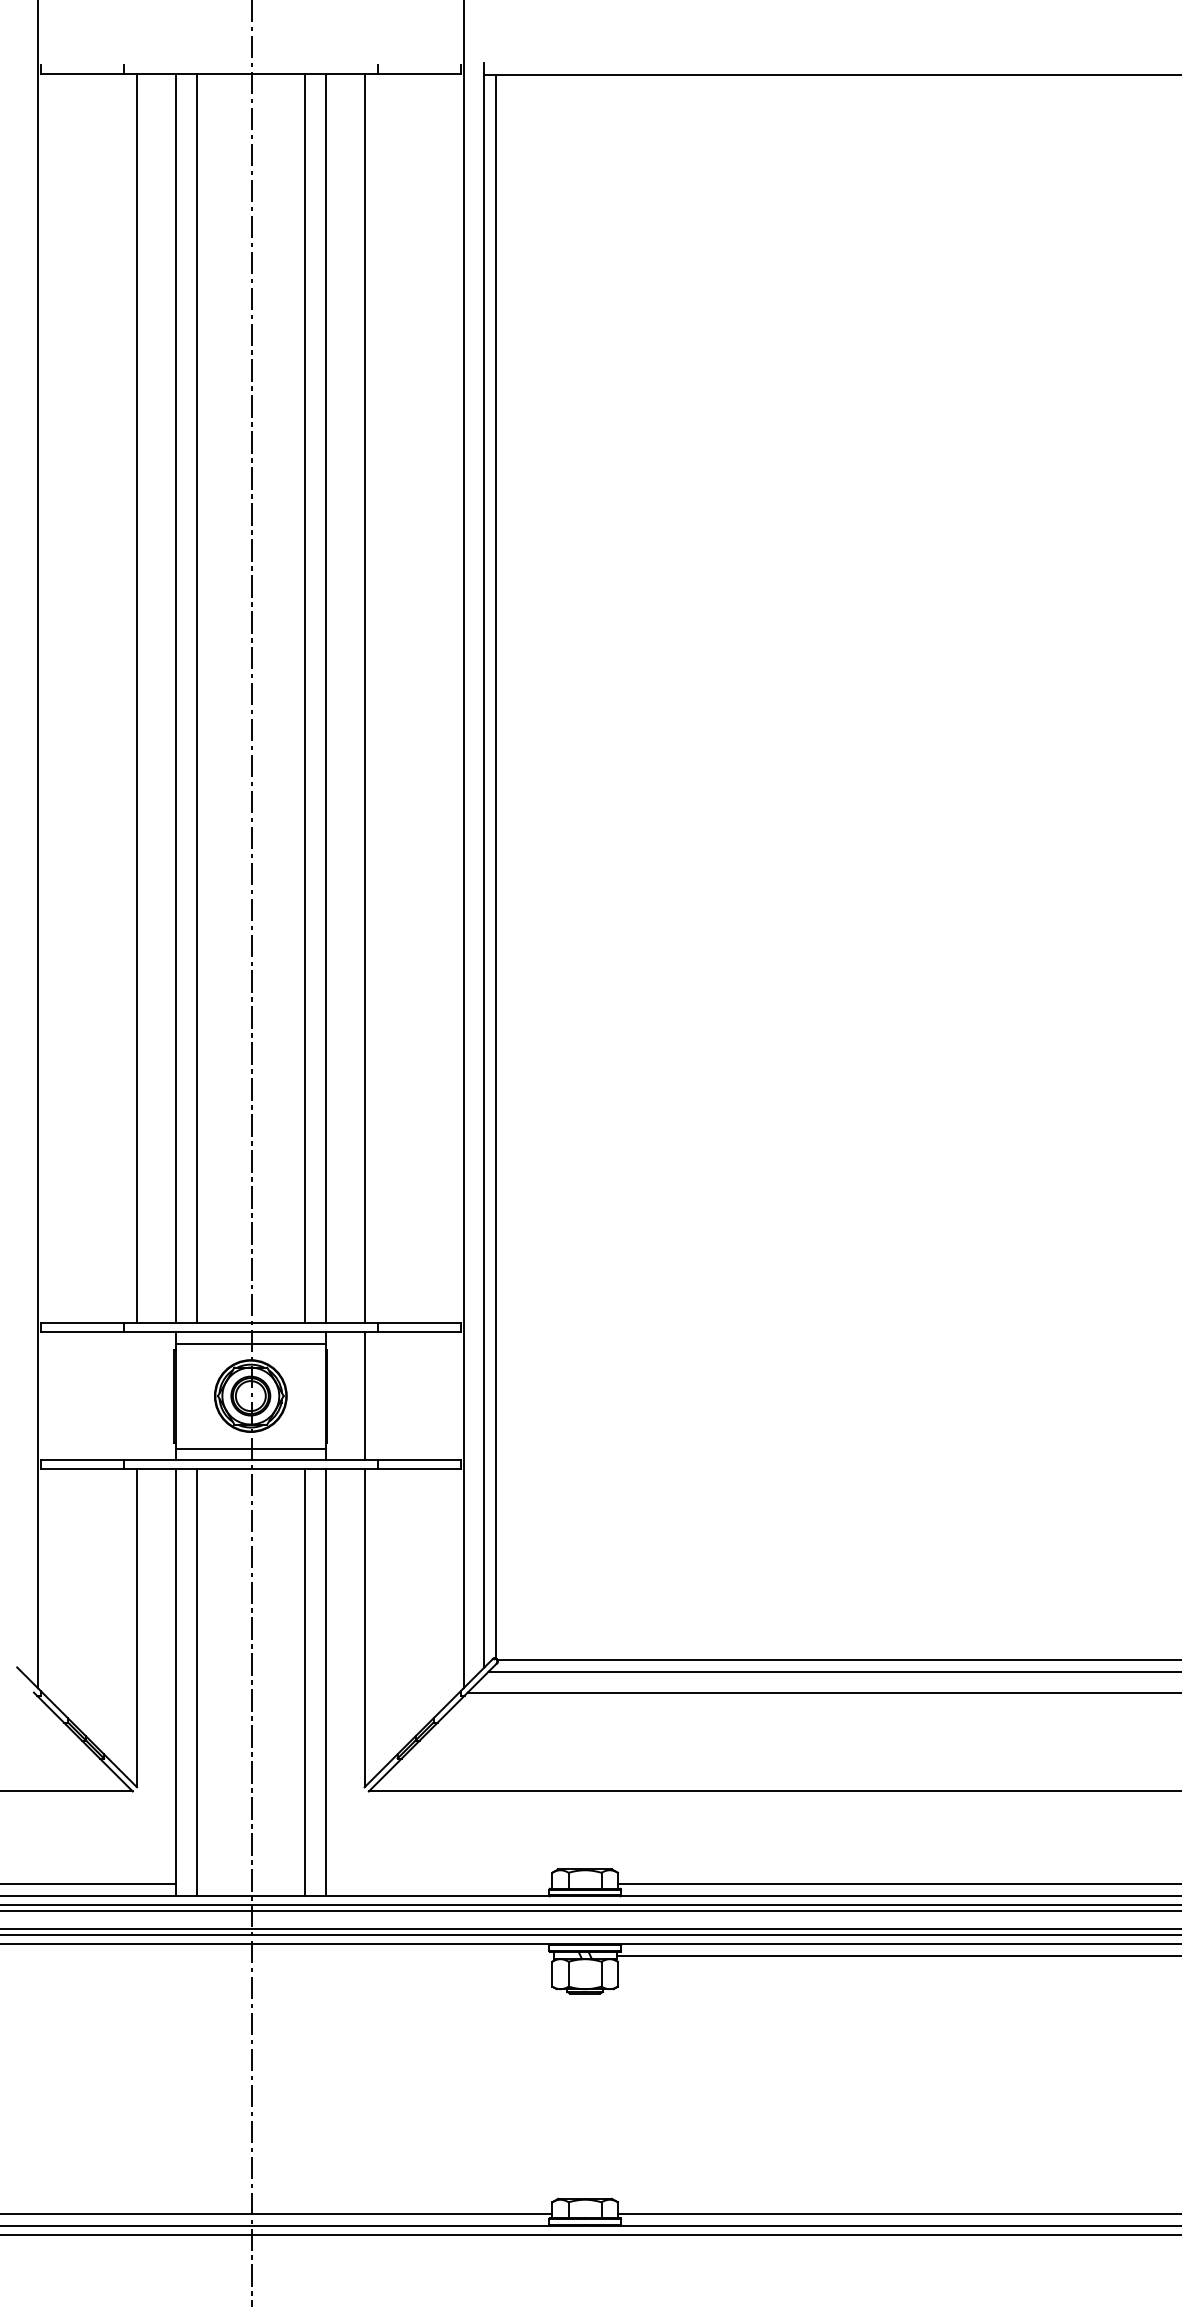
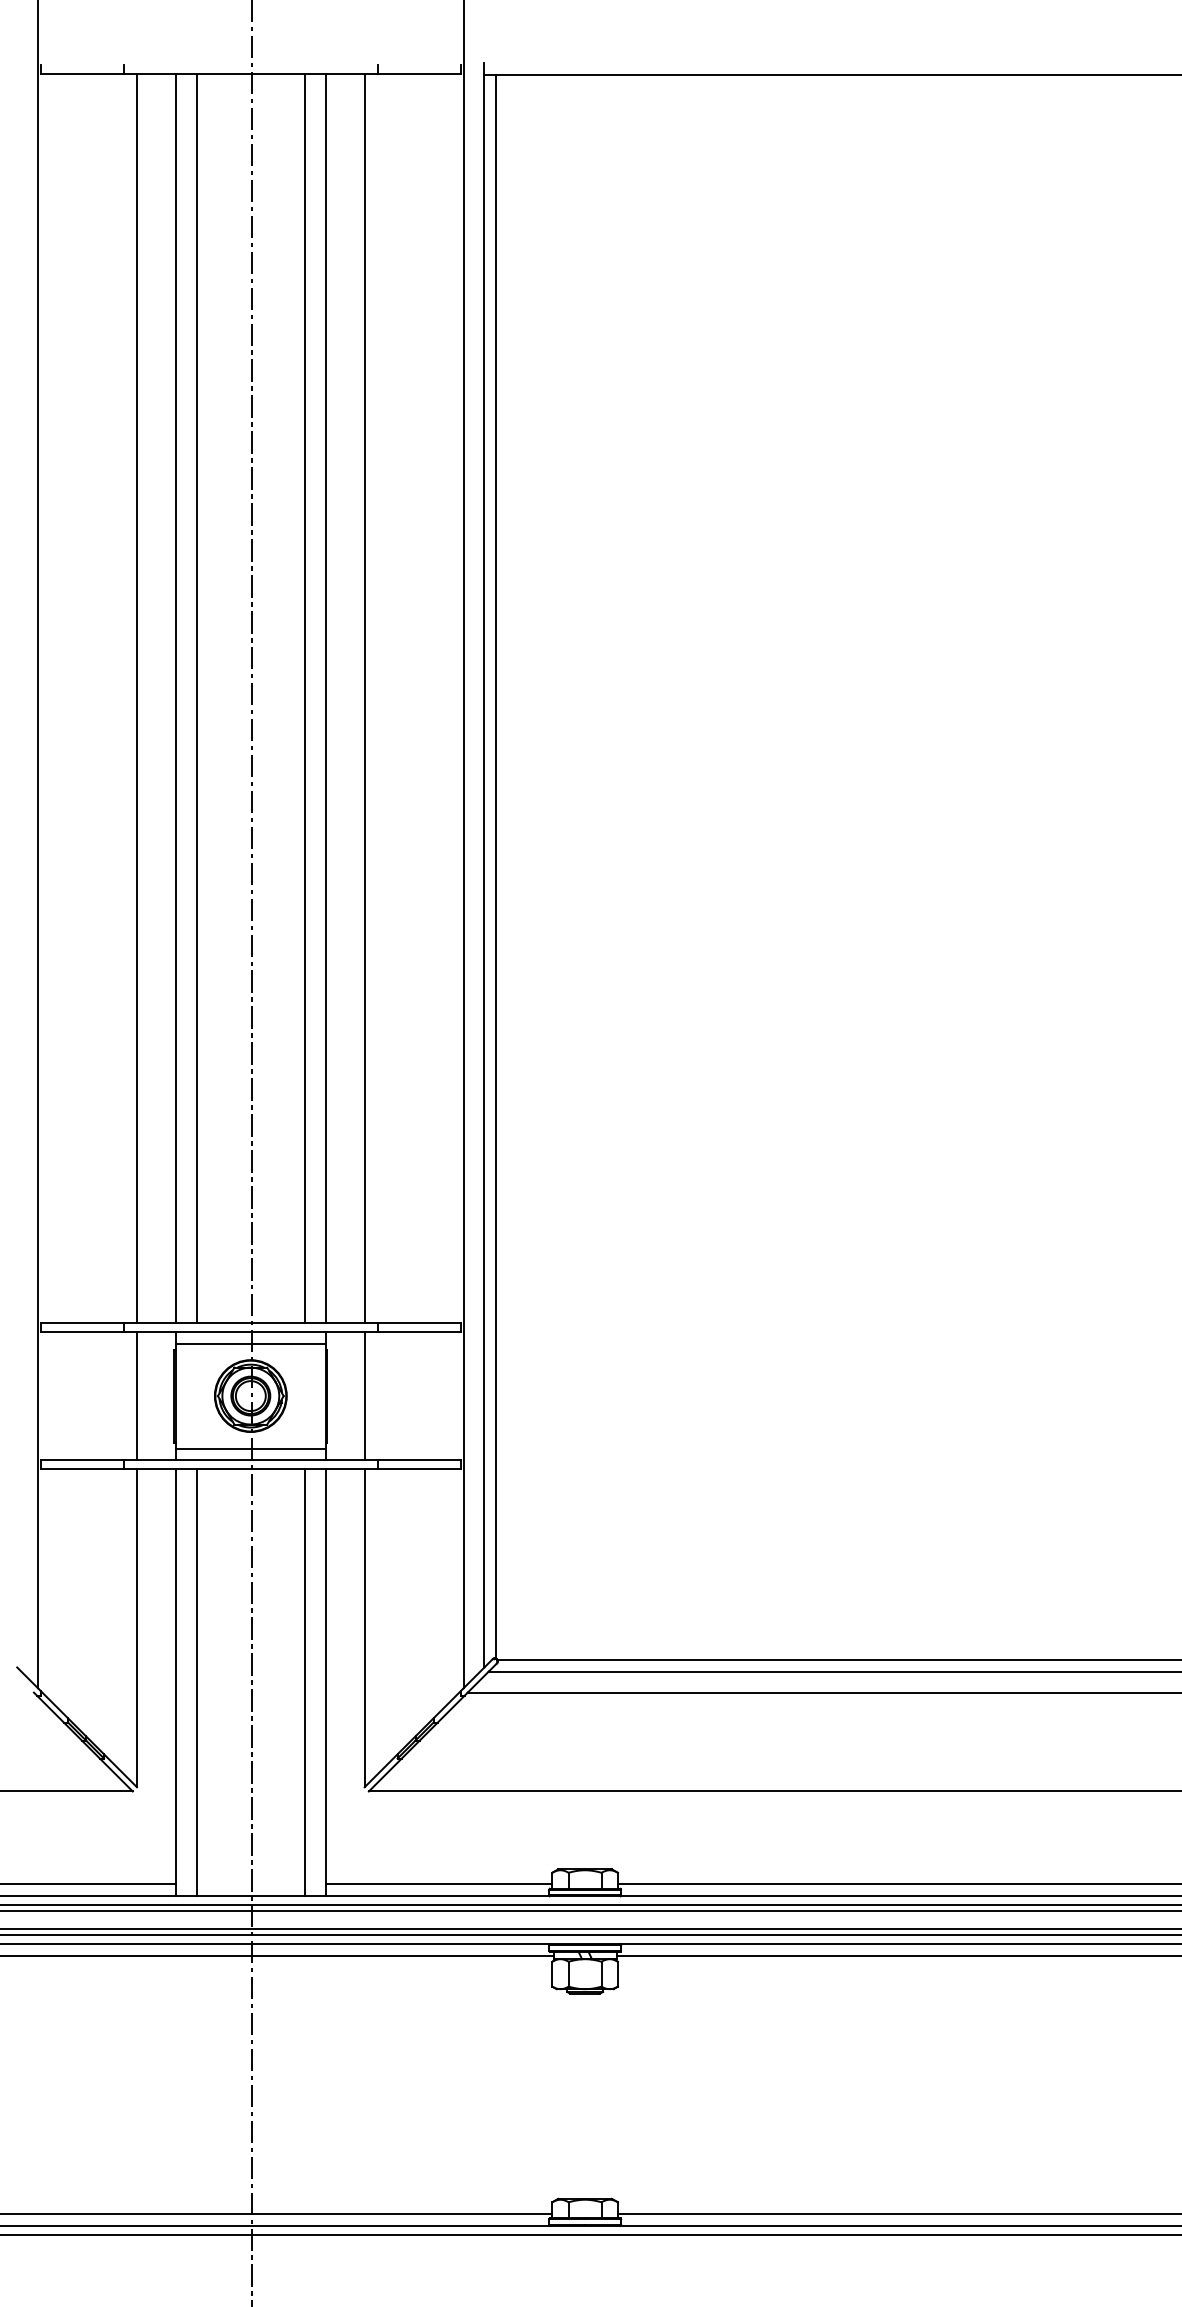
line at (137, 1395): none -> present
line at (438, 1884): none -> present
line at (277, 1956): none -> present
